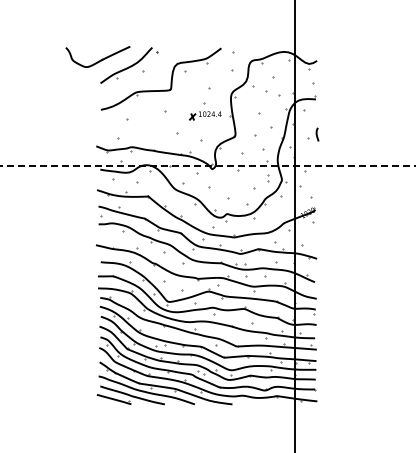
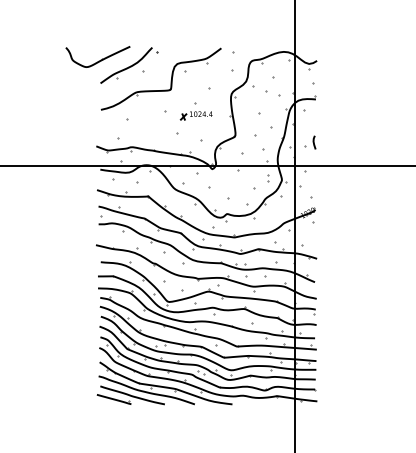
part at (204, 111) position: (204, 111) -> (195, 111)
part at (313, 134) position: (313, 134) -> (310, 142)
line at (208, 166): dashed -> solid
